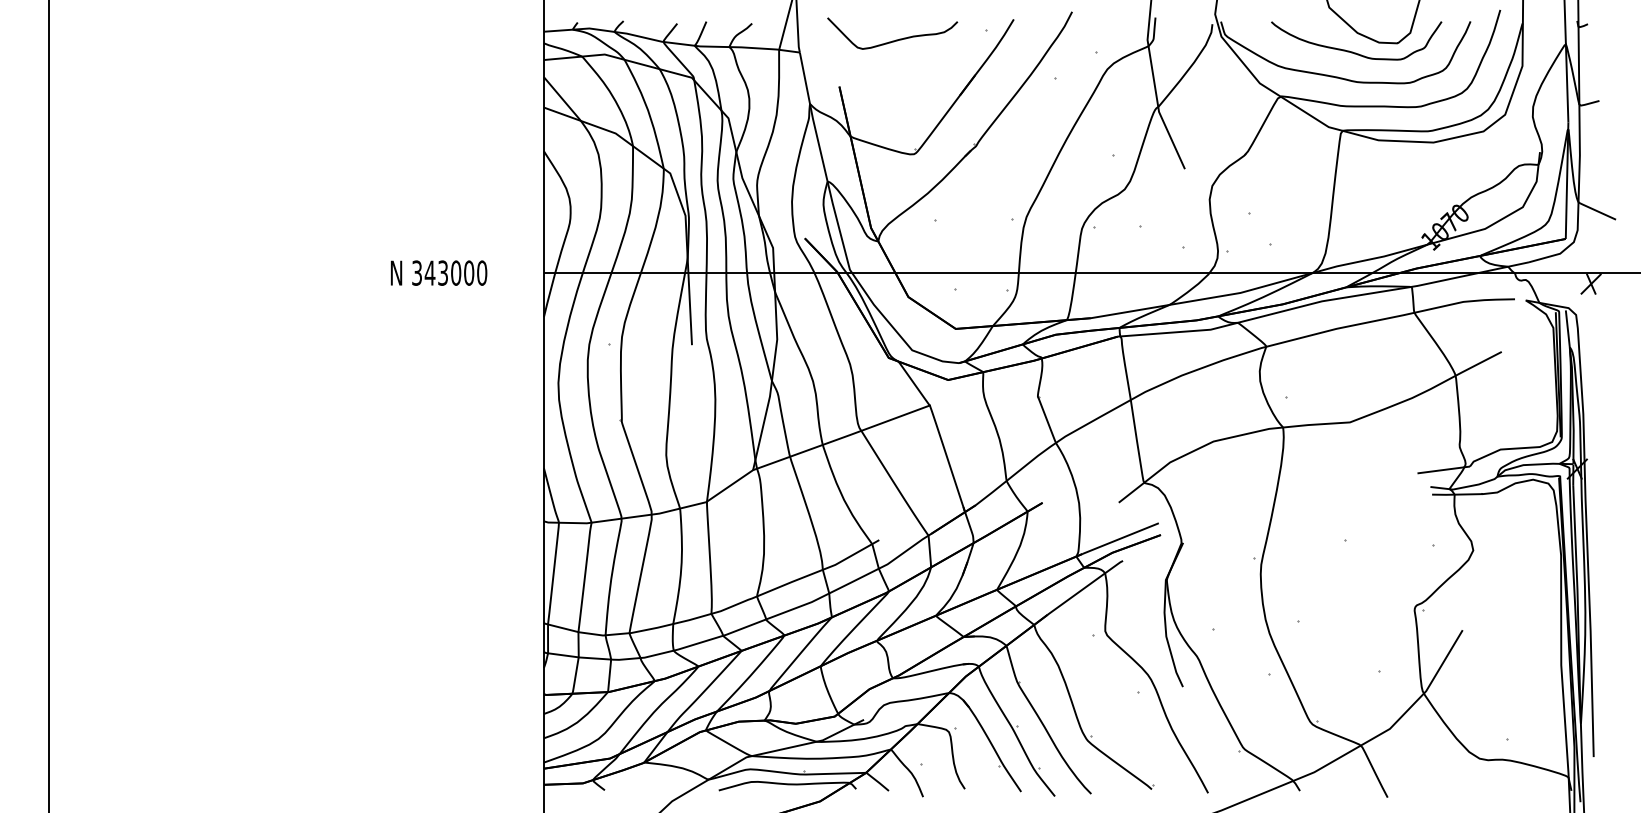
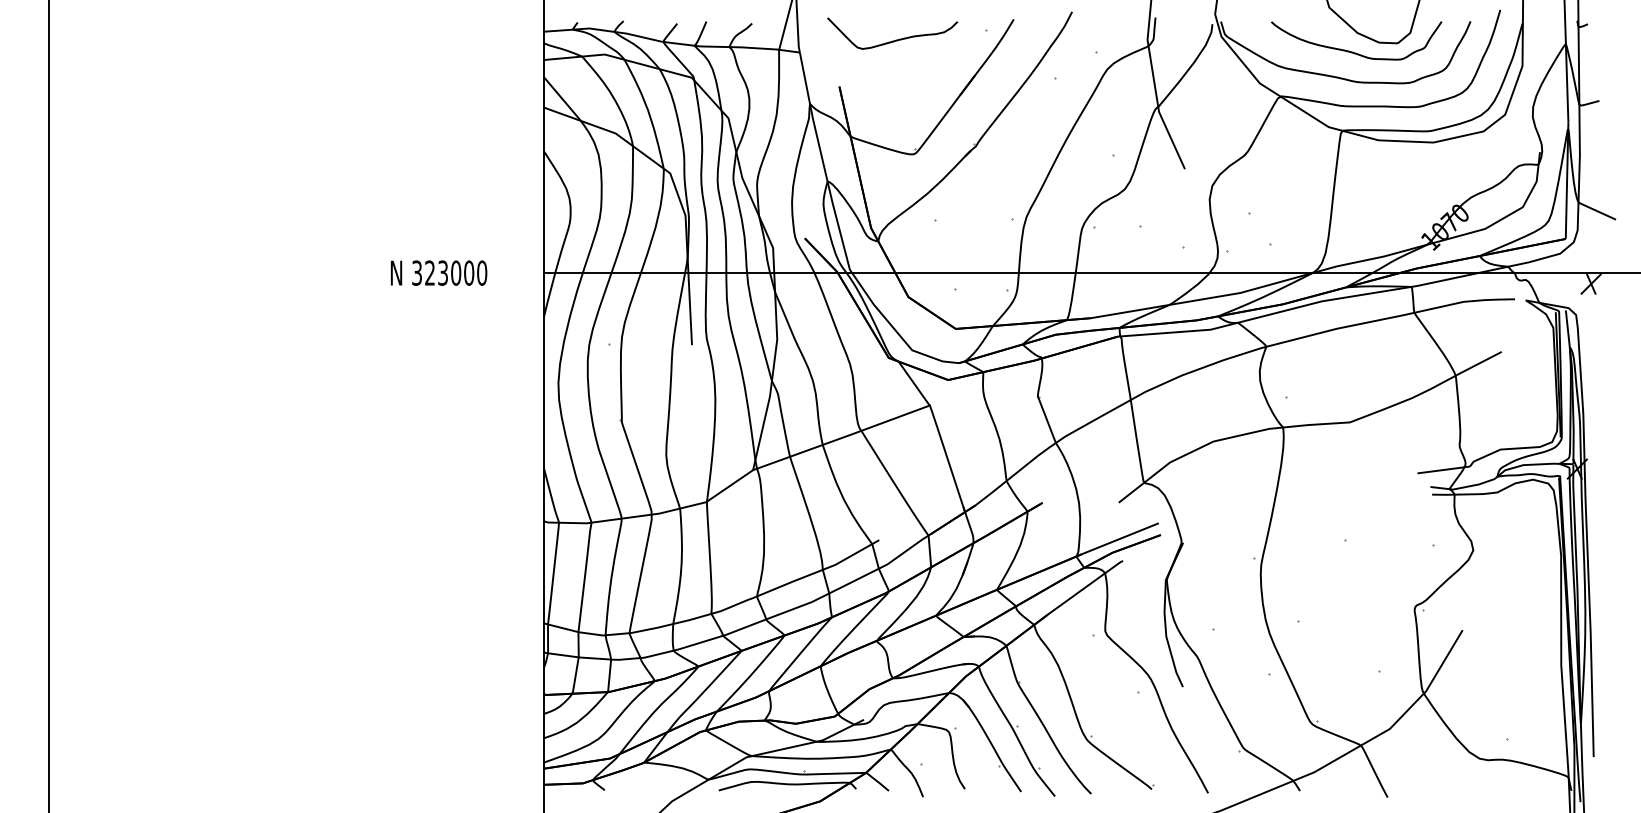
text at (429, 272): 343000 -> 323000
